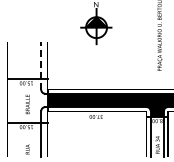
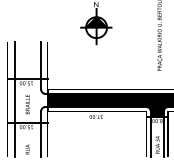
line at (41, 65): dashed -> solid
line at (14, 98): none -> present
